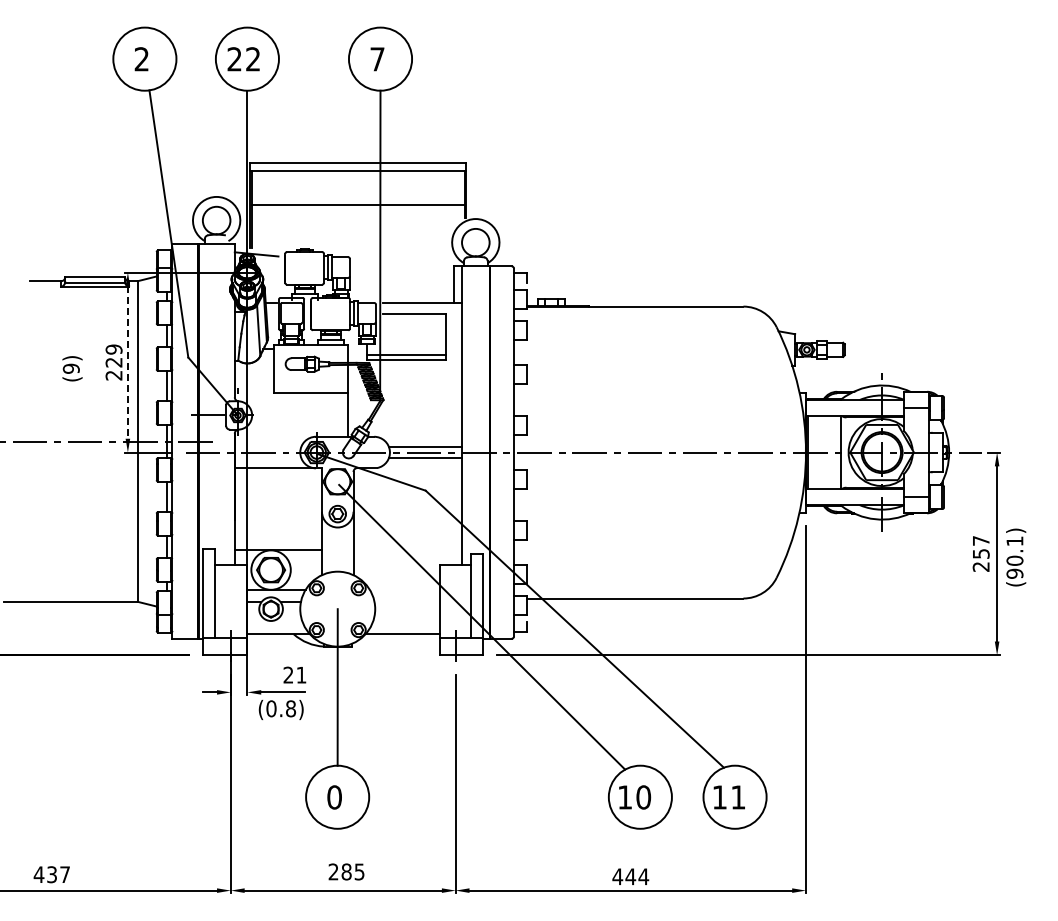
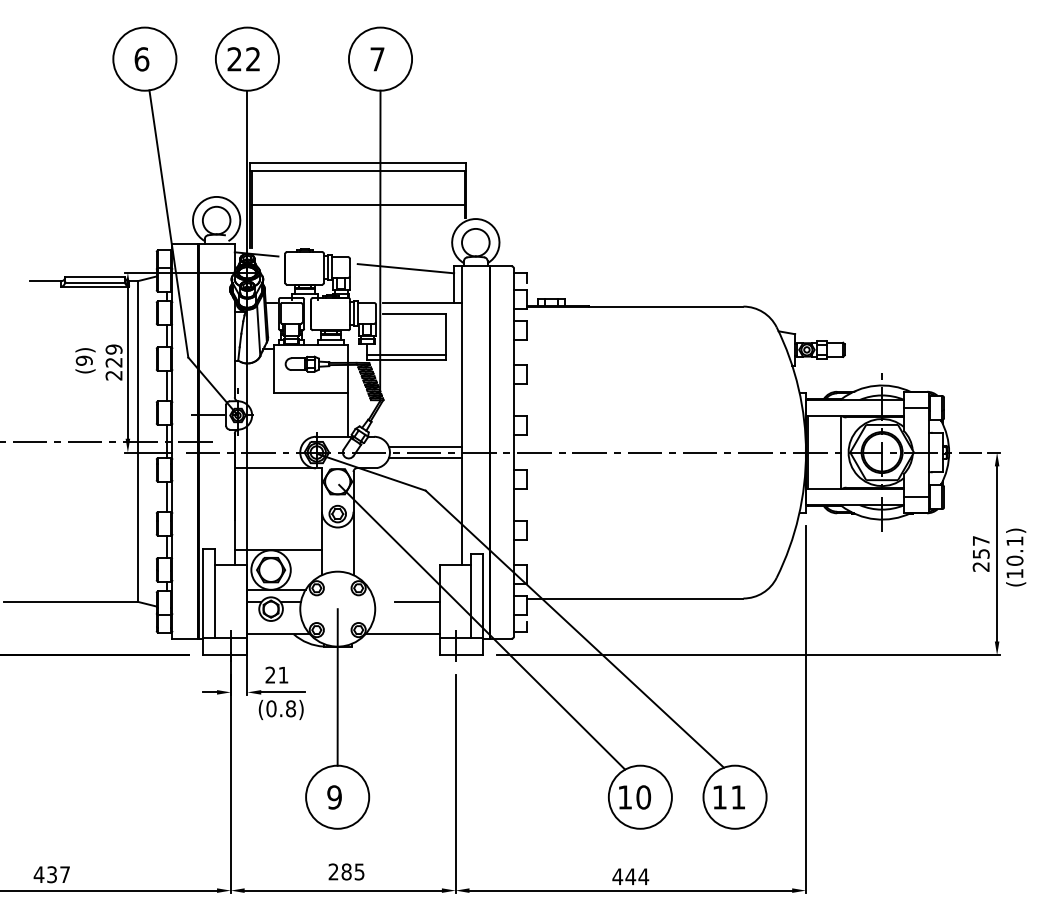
text at (141, 59): 2 -> 6
line at (405, 268): none -> present
line at (127, 363): dashed -> solid
text at (72, 368) position: (72, 368) -> (85, 360)
text at (1014, 573): (90.1) -> (10.1)
line at (416, 602): none -> present
text at (294, 674) position: (294, 674) -> (276, 674)
text at (334, 797): 0 -> 9
